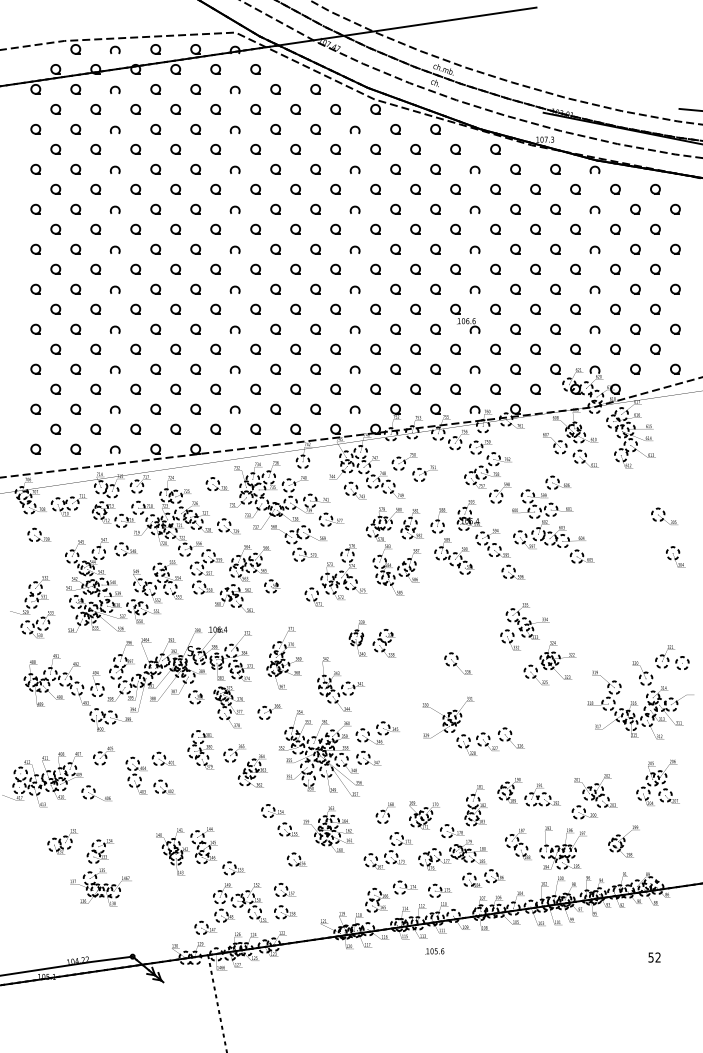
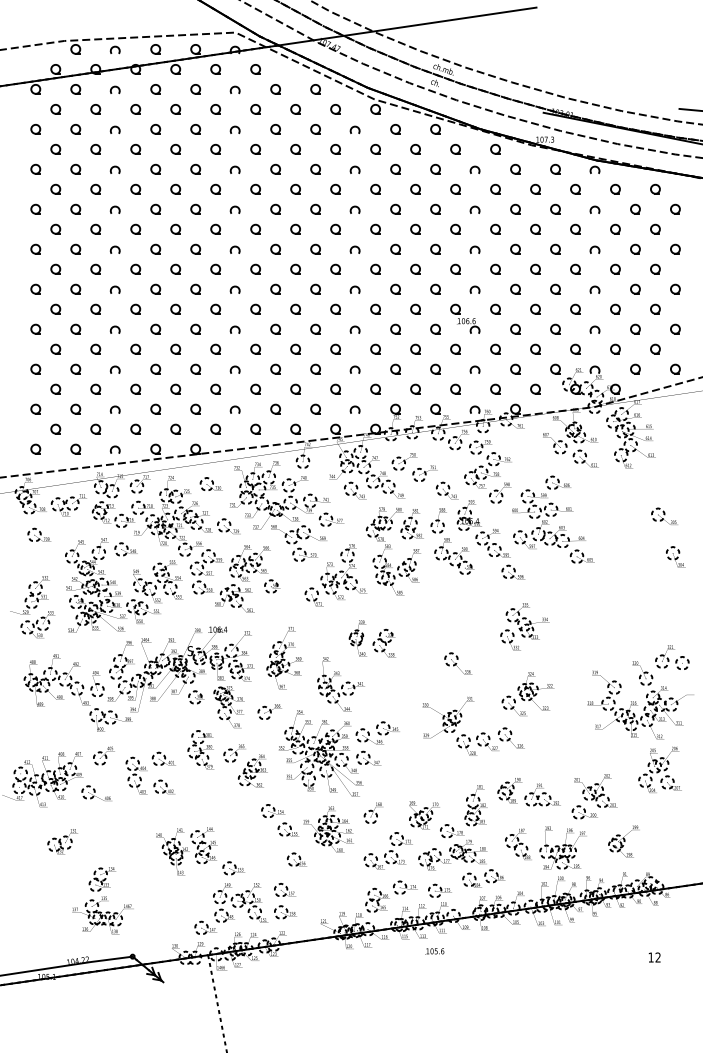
part at (216, 483) position: (216, 483) -> (210, 483)
part at (447, 490): none -> present
part at (549, 663) position: (549, 663) -> (527, 694)
part at (657, 782) position: (657, 782) -> (659, 769)
part at (384, 812) position: (384, 812) -> (372, 812)
part at (100, 872) position: (100, 872) -> (102, 900)
text at (650, 957): 52 -> 12
